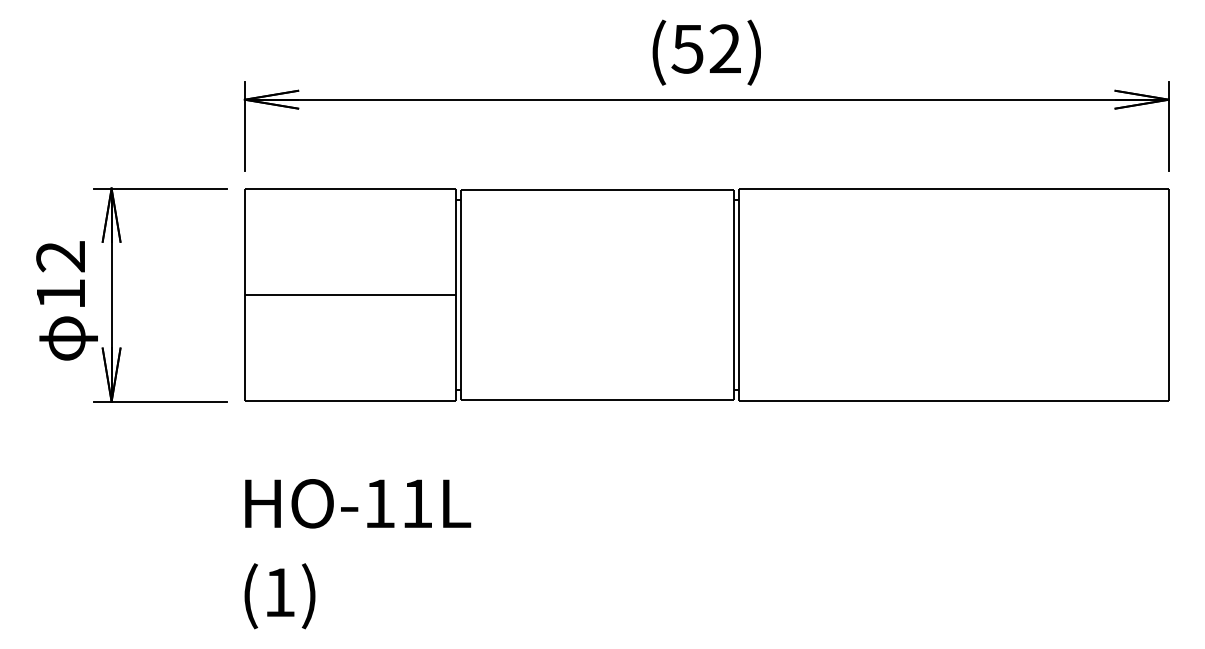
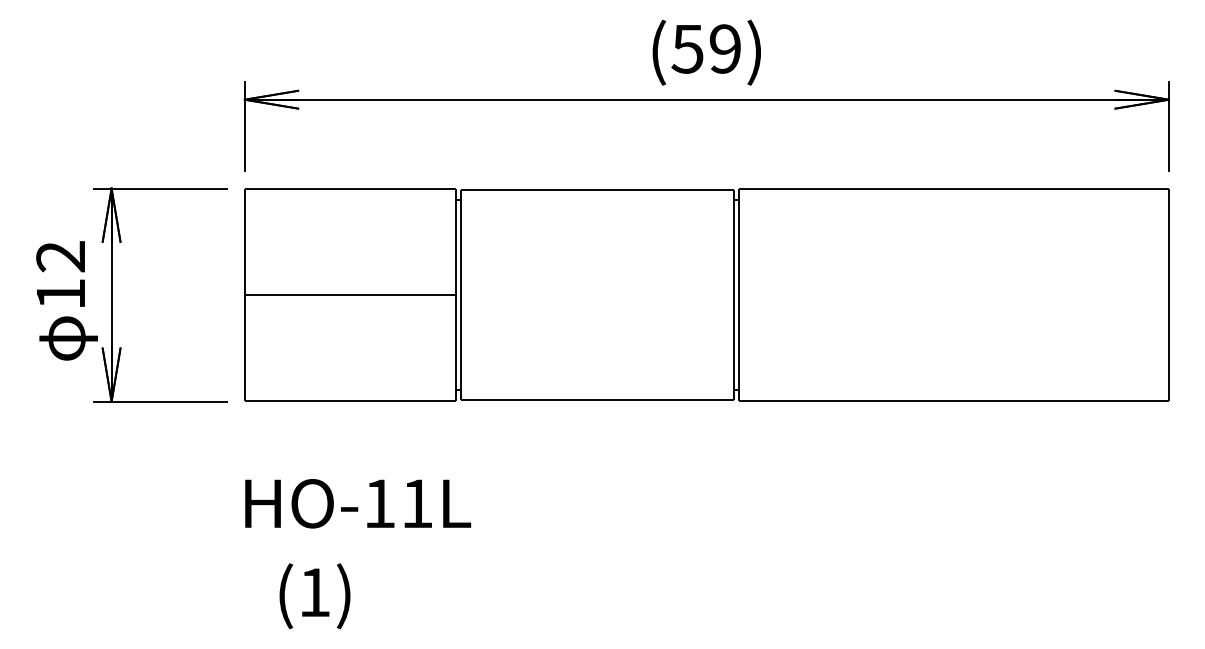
text at (724, 48): (52) -> (59)
text at (279, 596) position: (279, 596) -> (314, 596)
